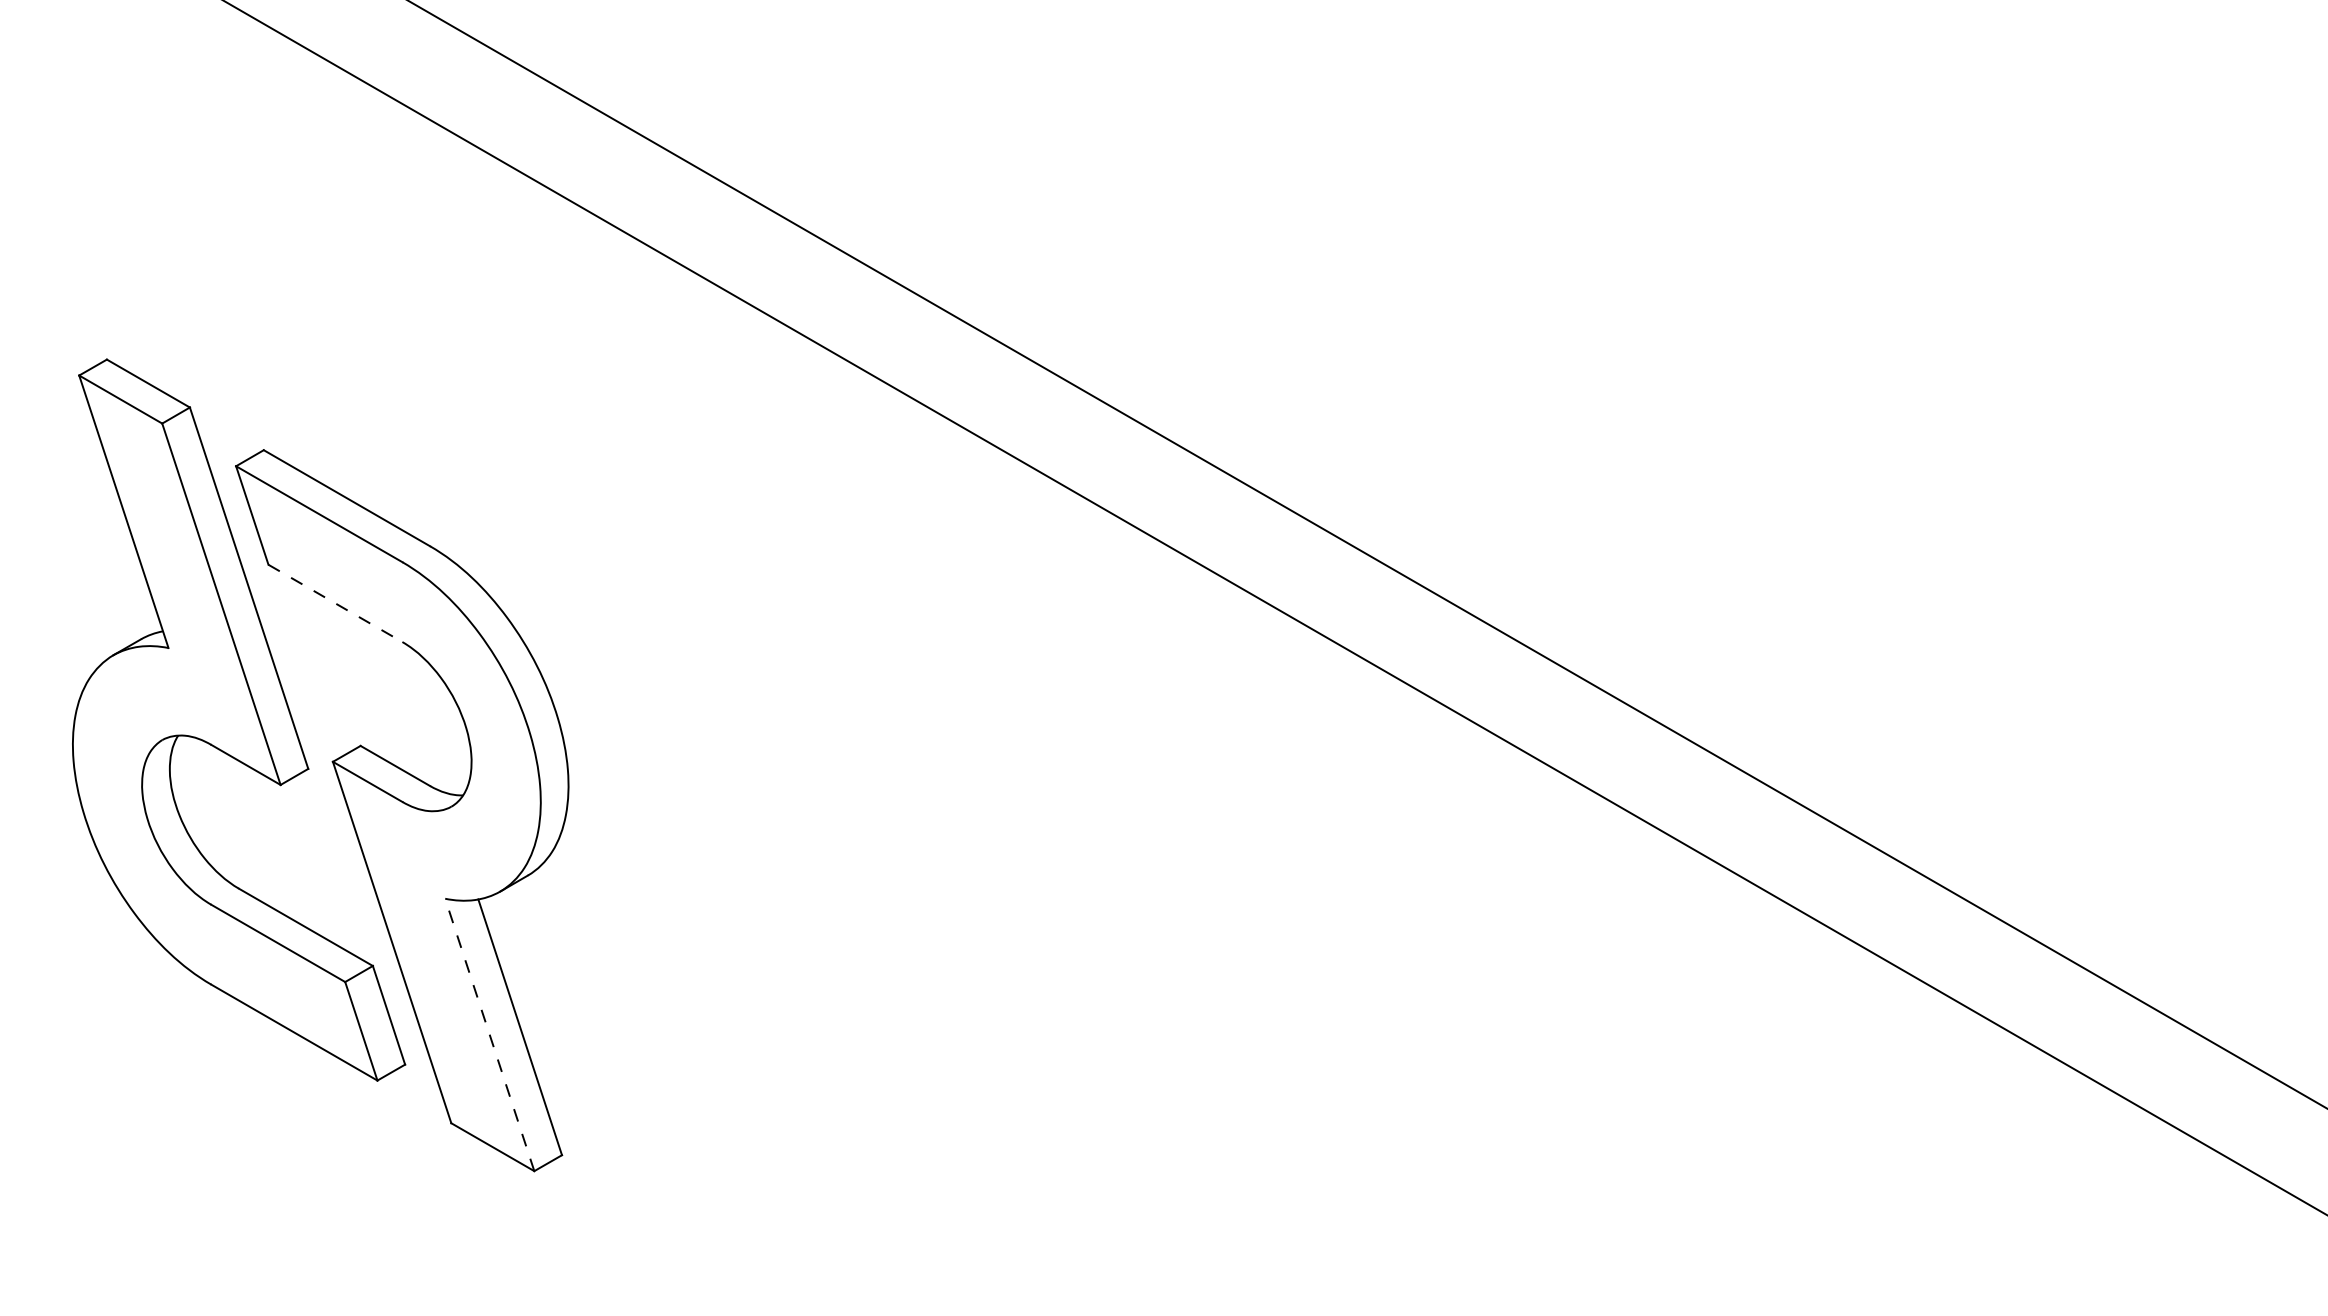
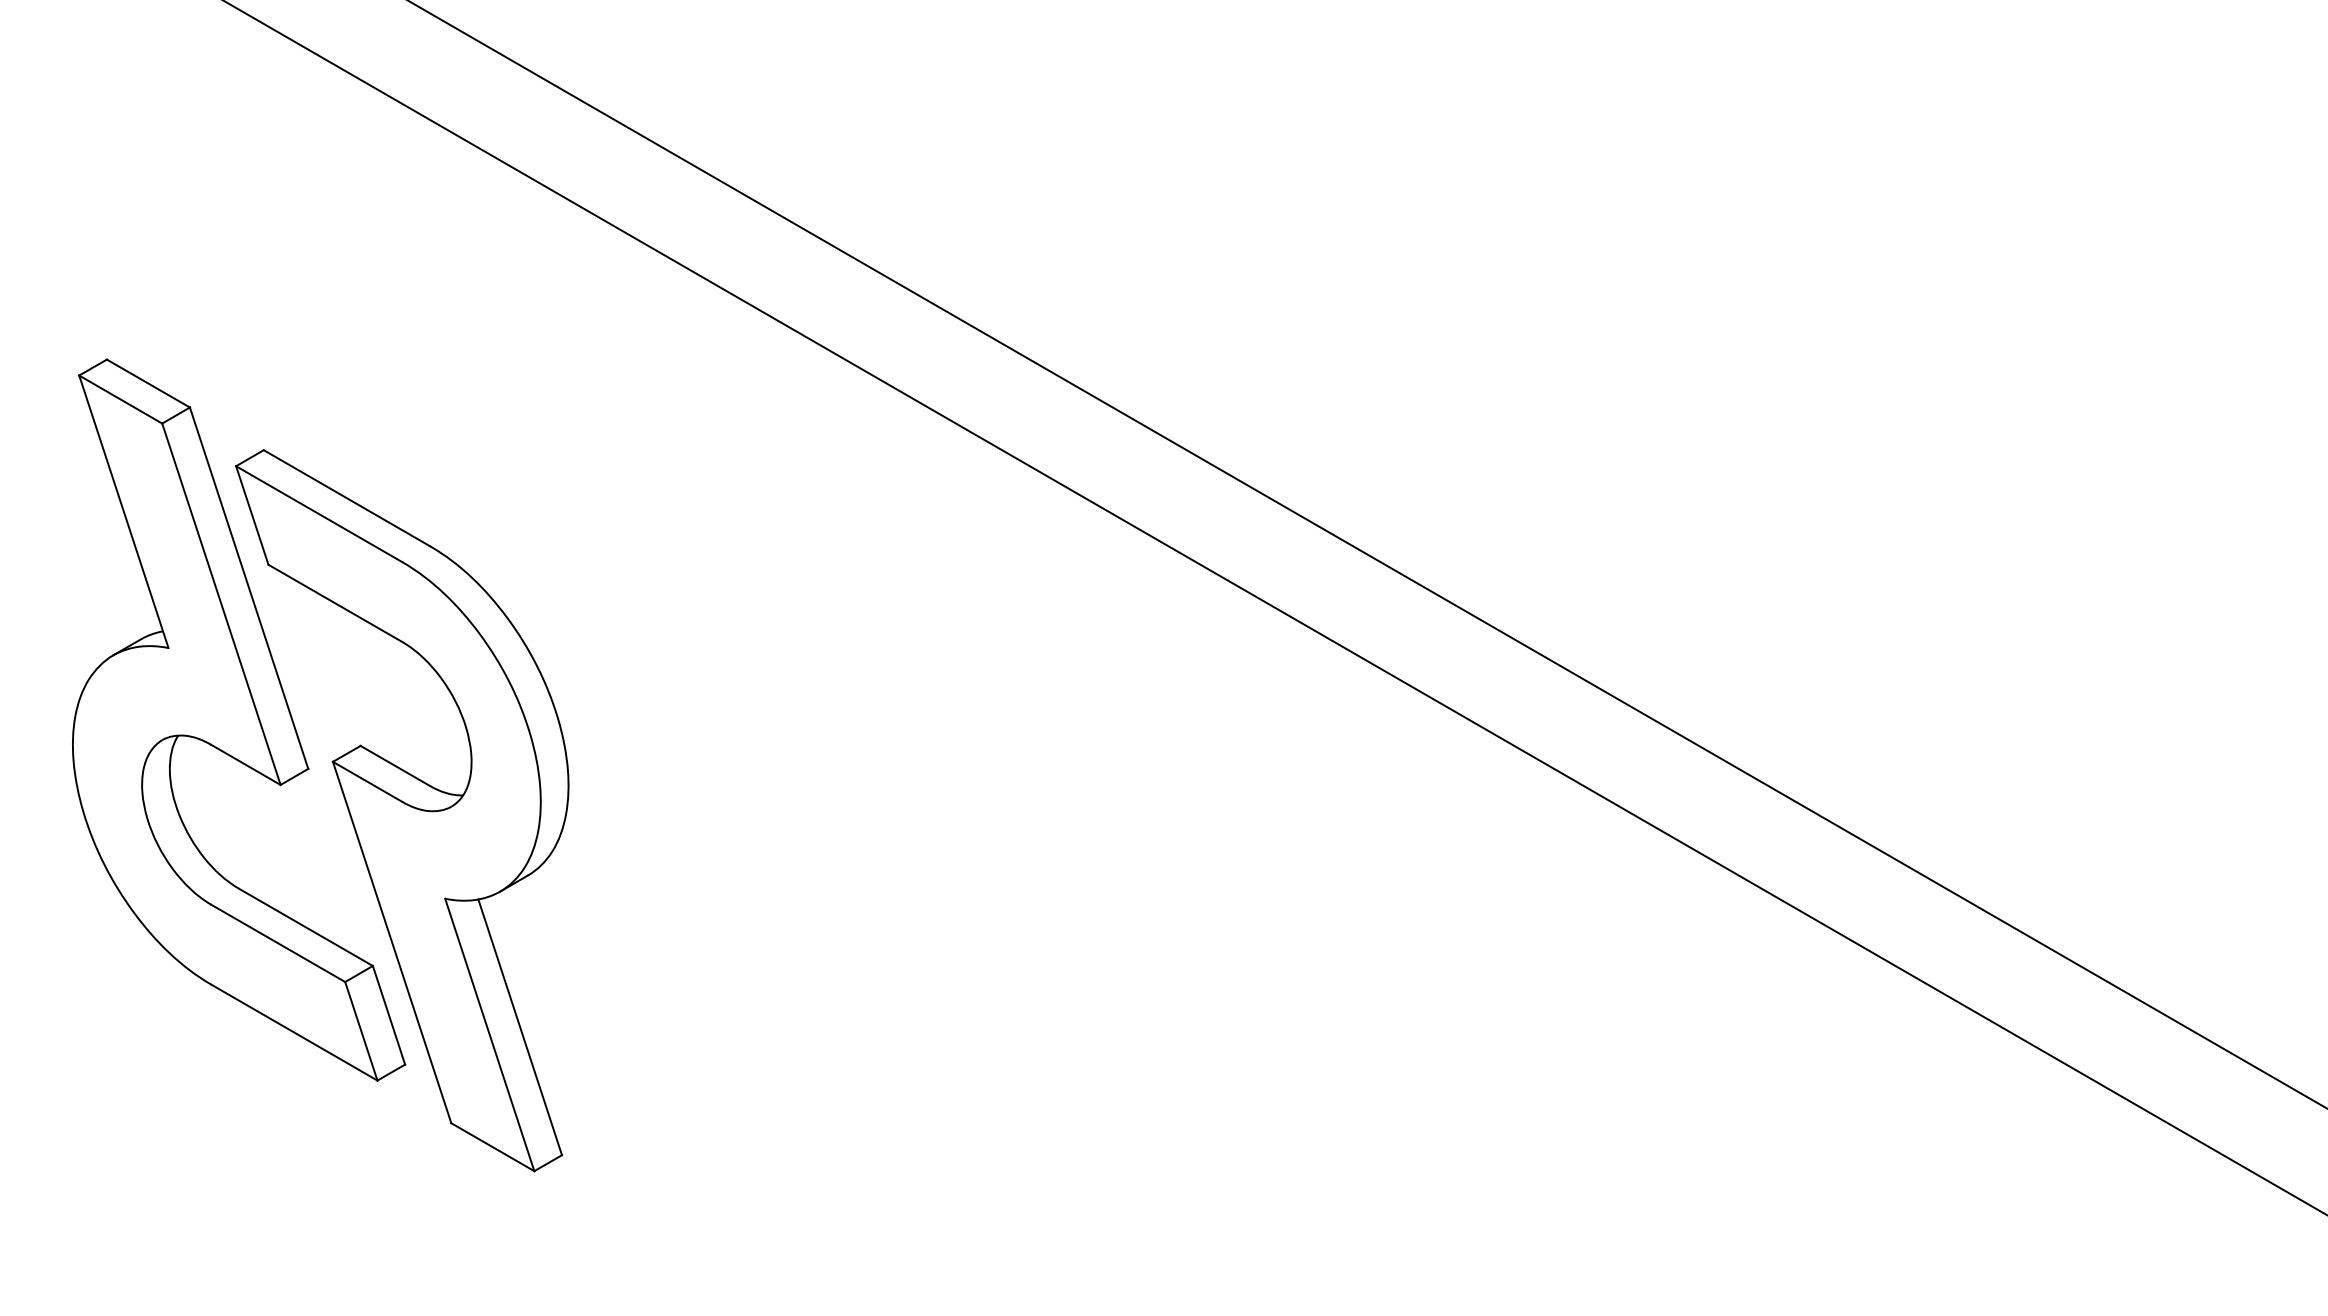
line at (335, 603): dashed -> solid
line at (489, 1034): dashed -> solid
